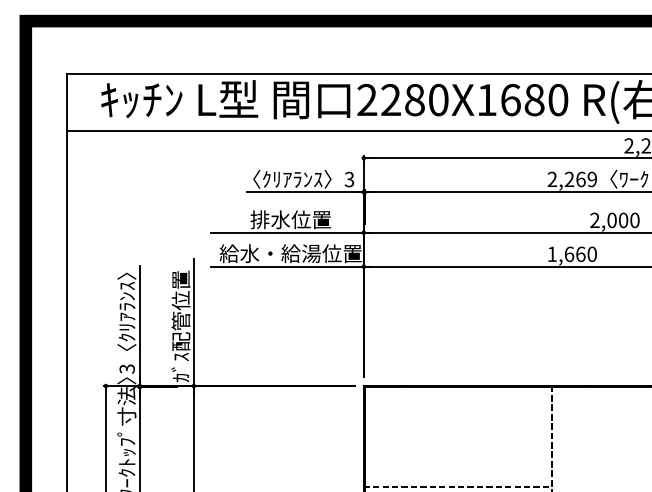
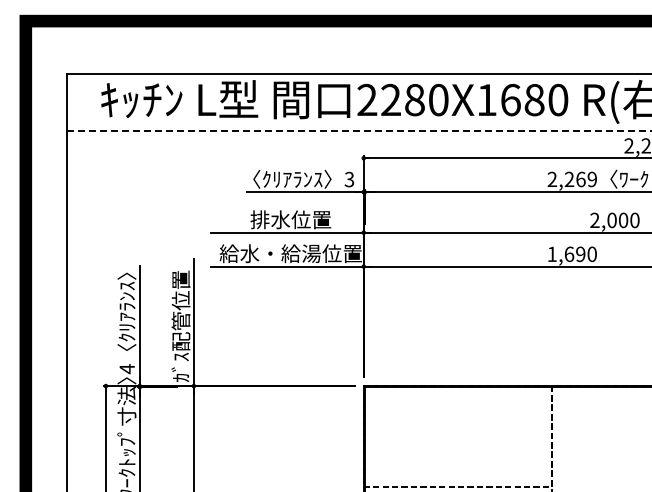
line at (359, 130): solid -> dashed
text at (580, 254): 1,660 -> 1,690
text at (126, 369): 3 -> 4
